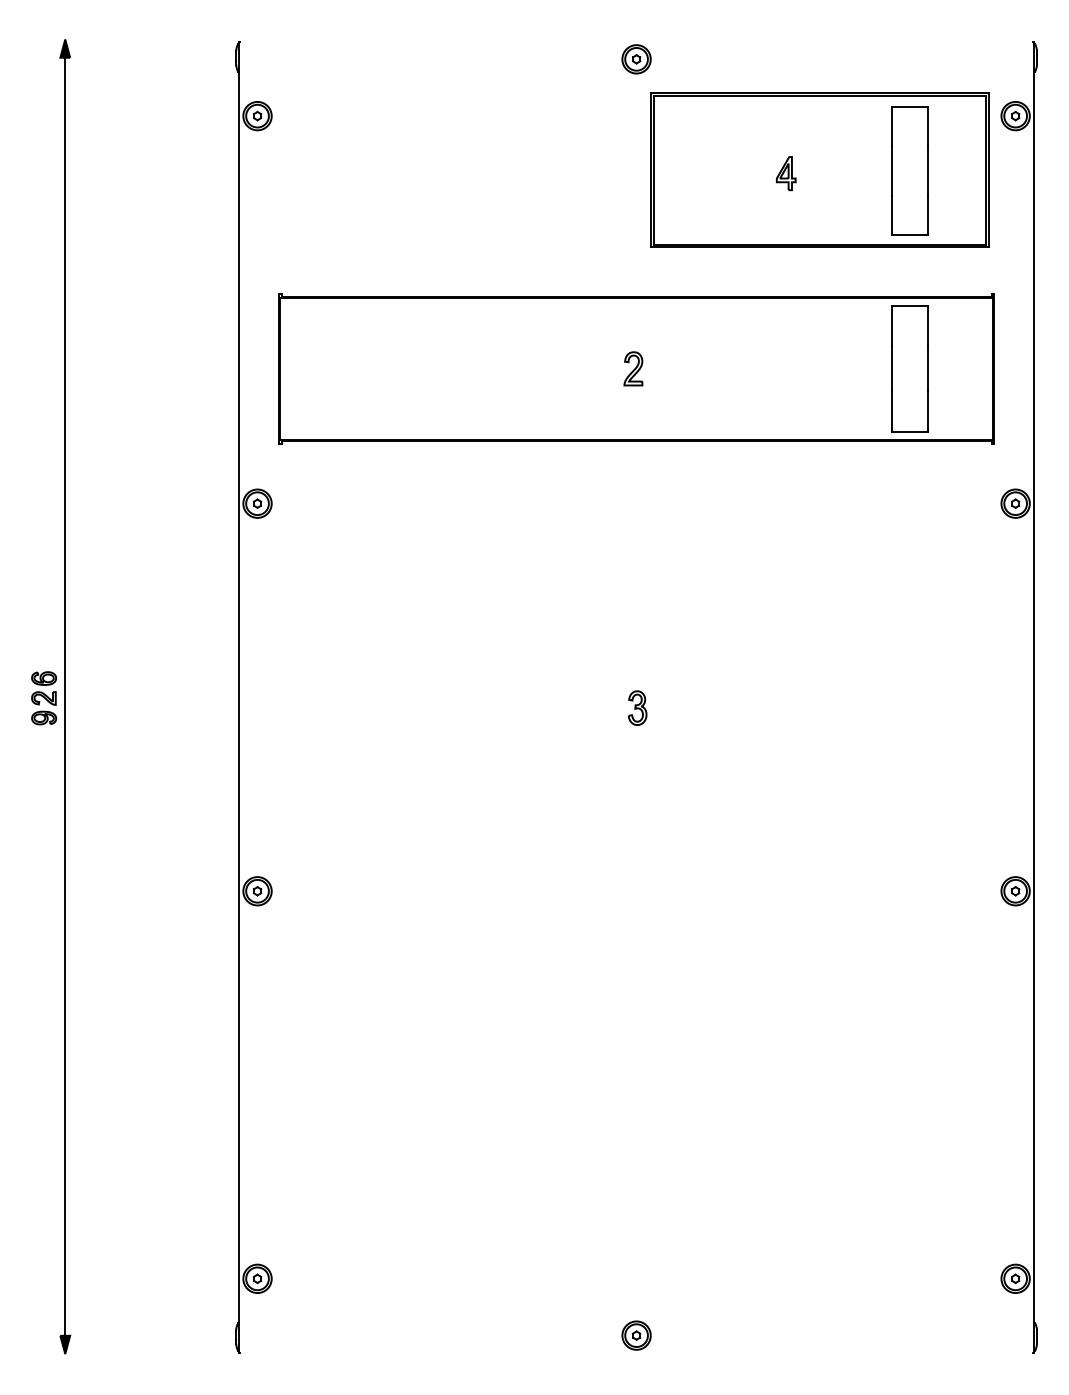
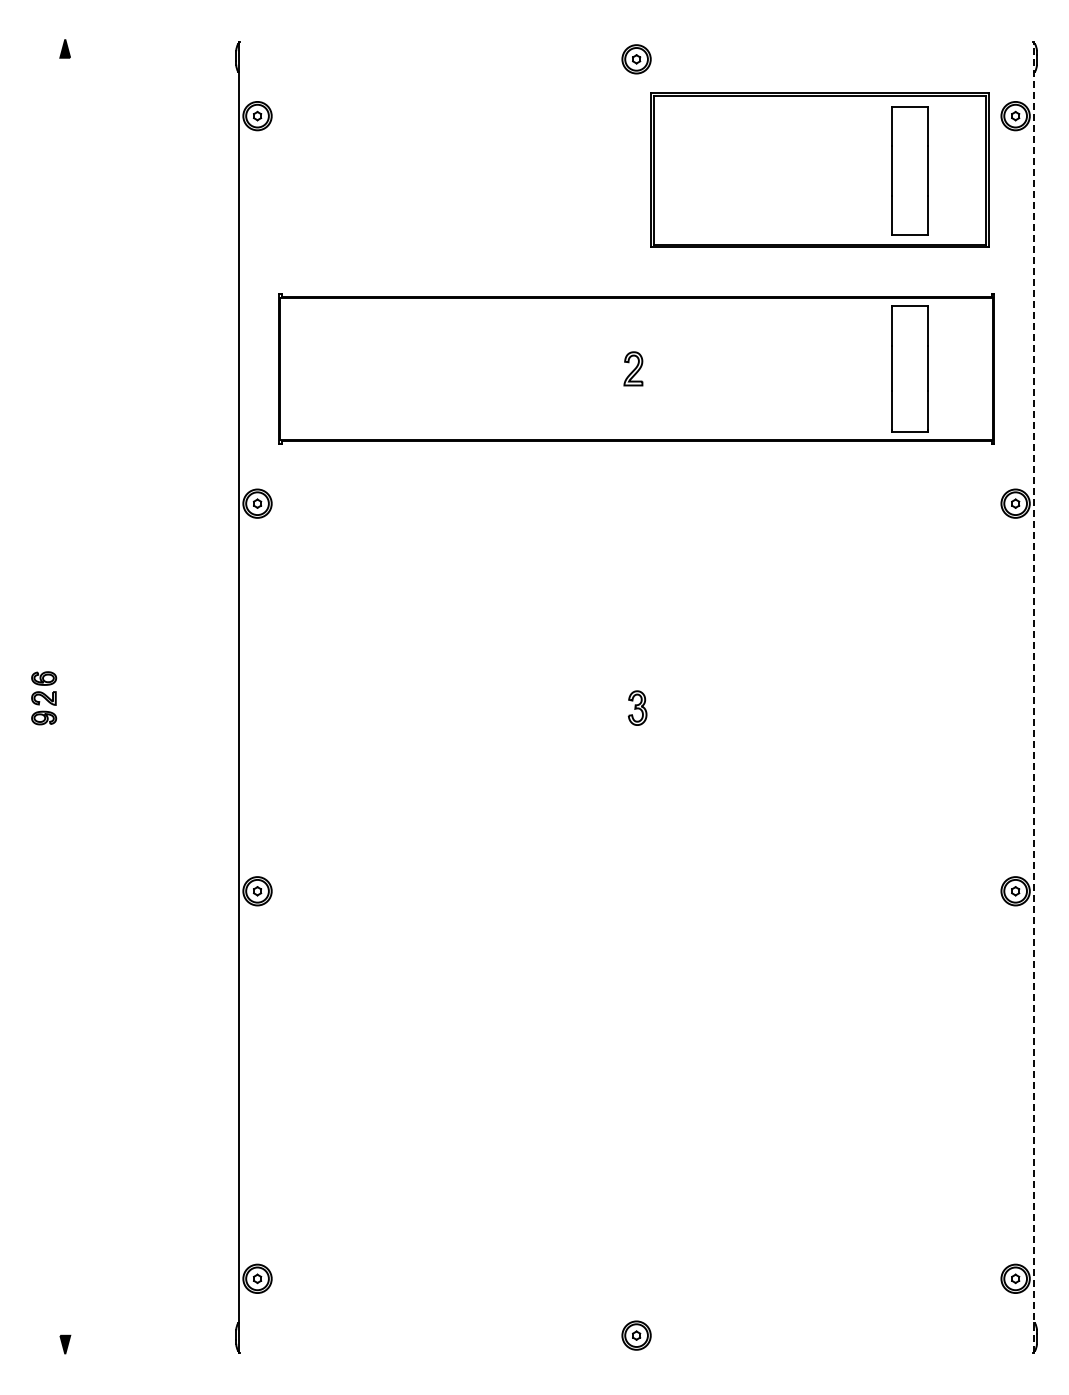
part at (786, 173): present -> none
line at (65, 696): present -> none
line at (1034, 697): solid -> dashed
